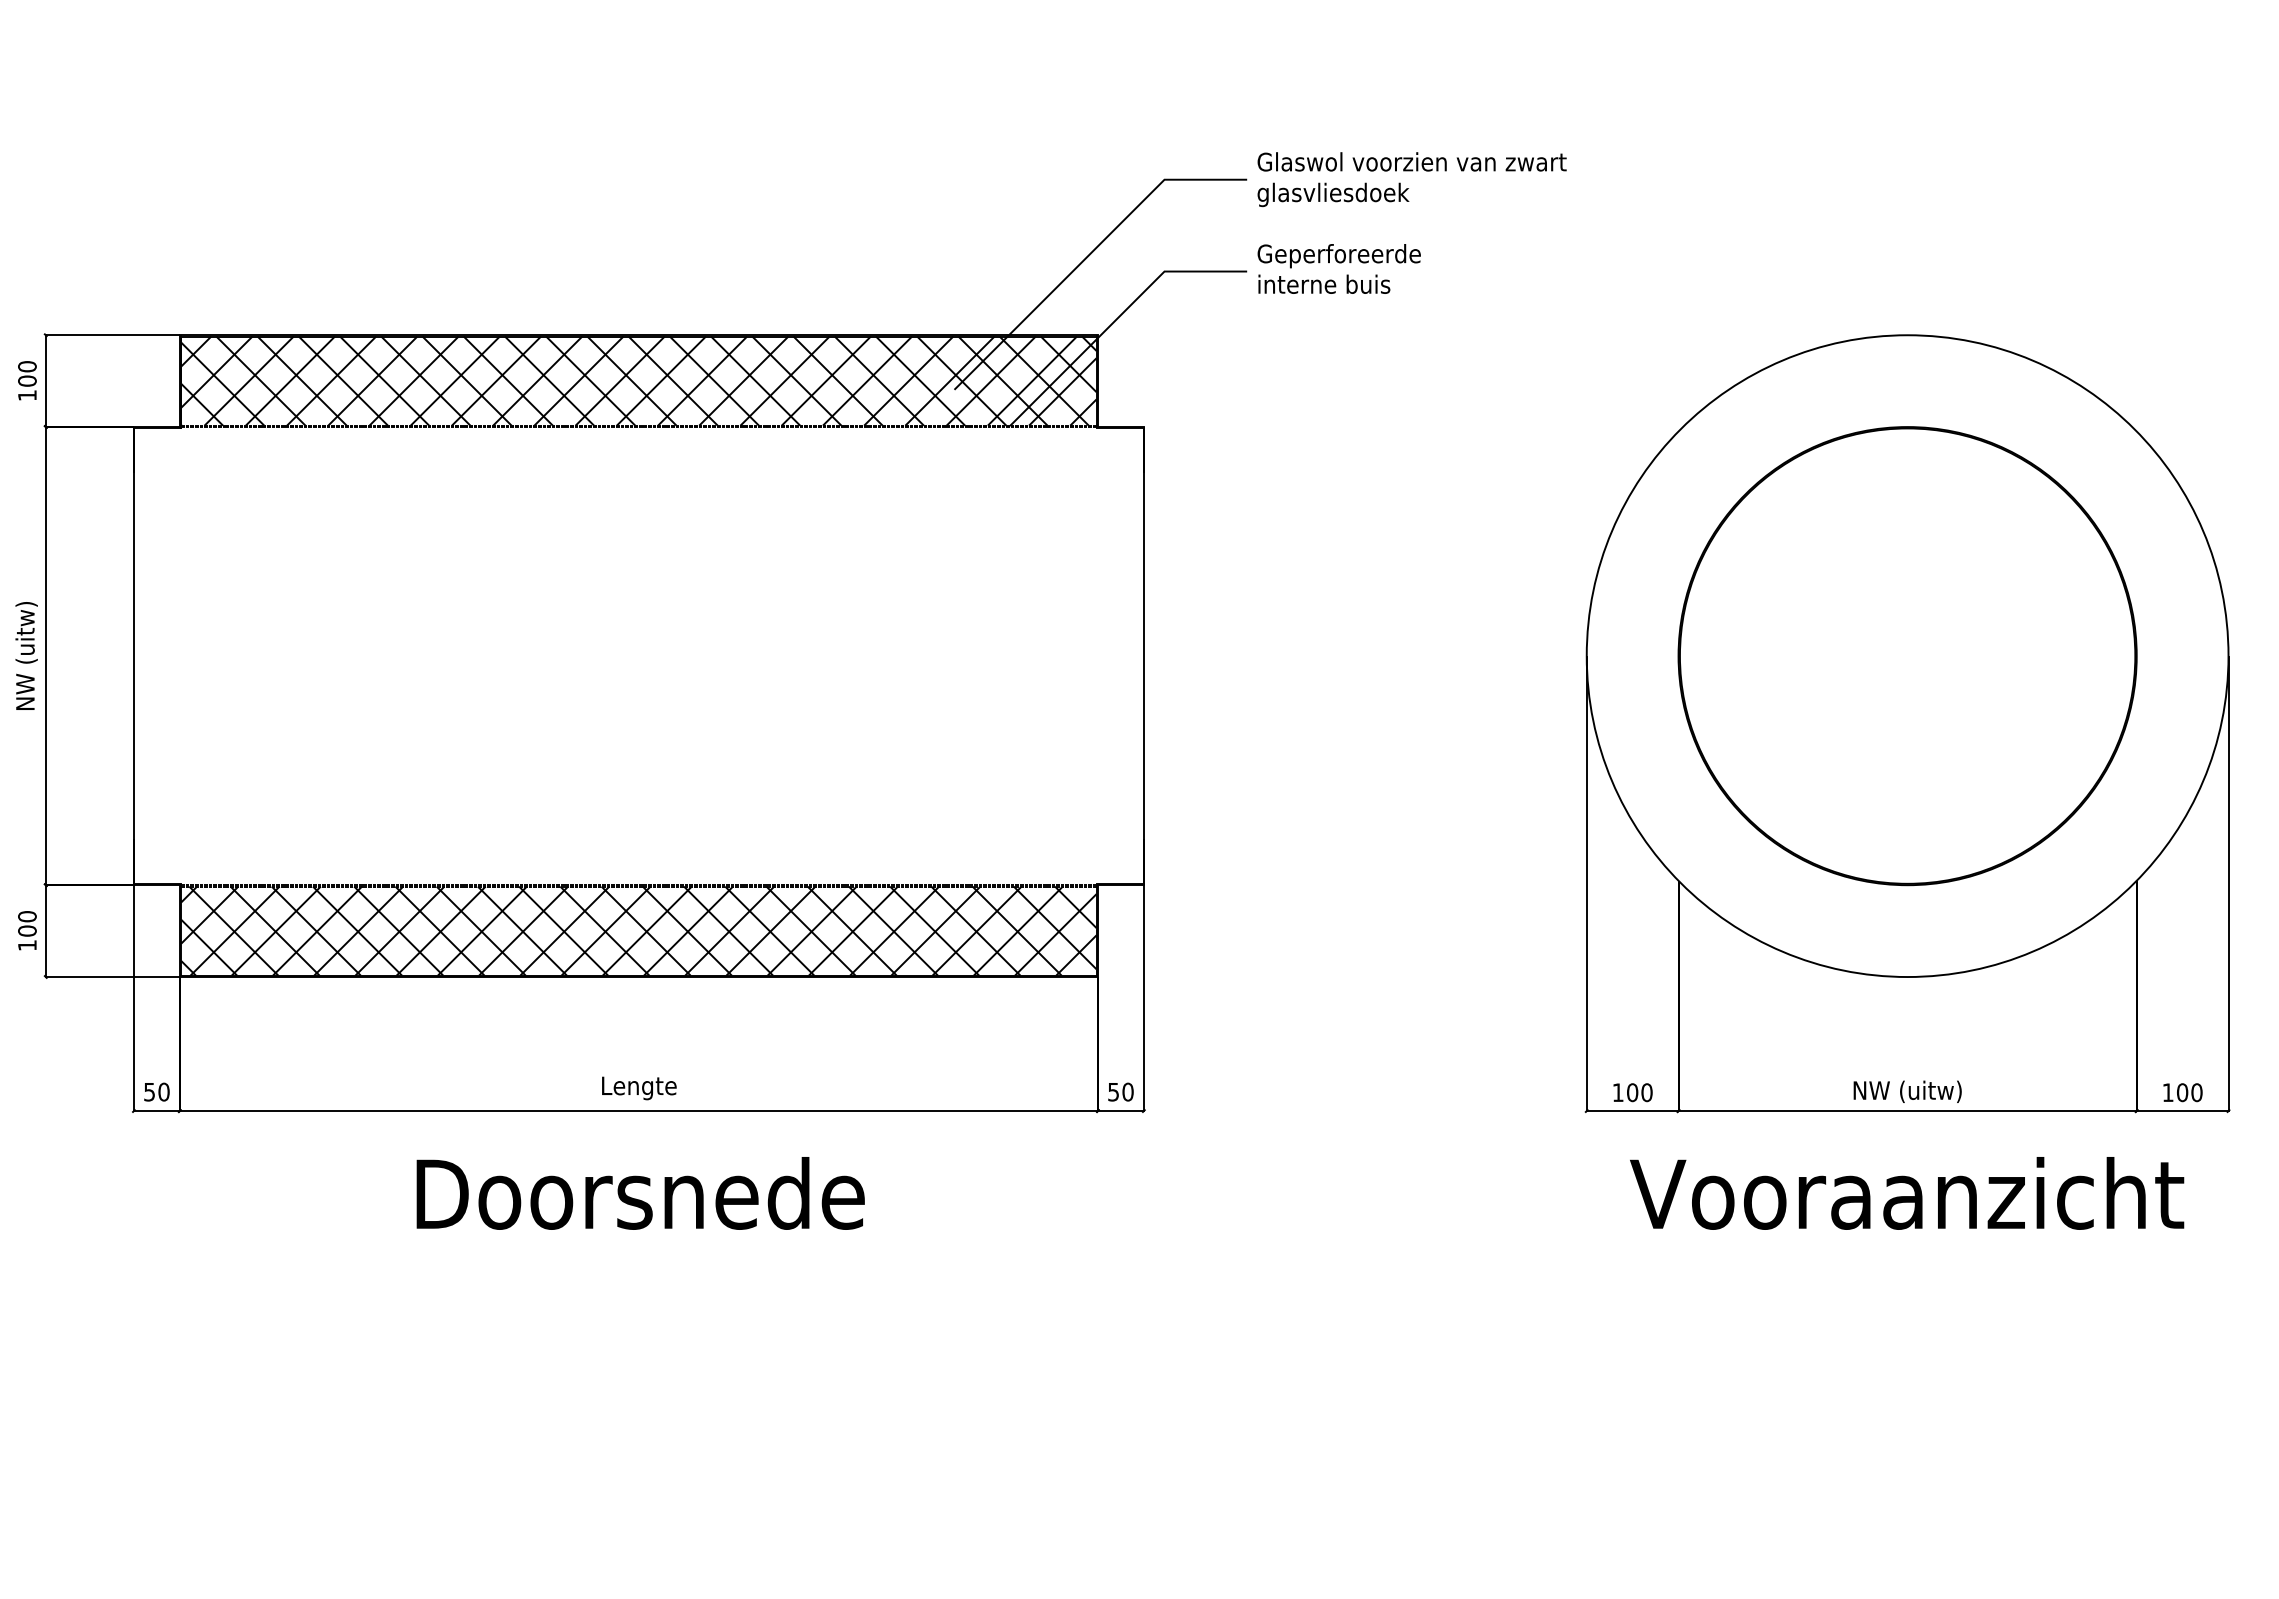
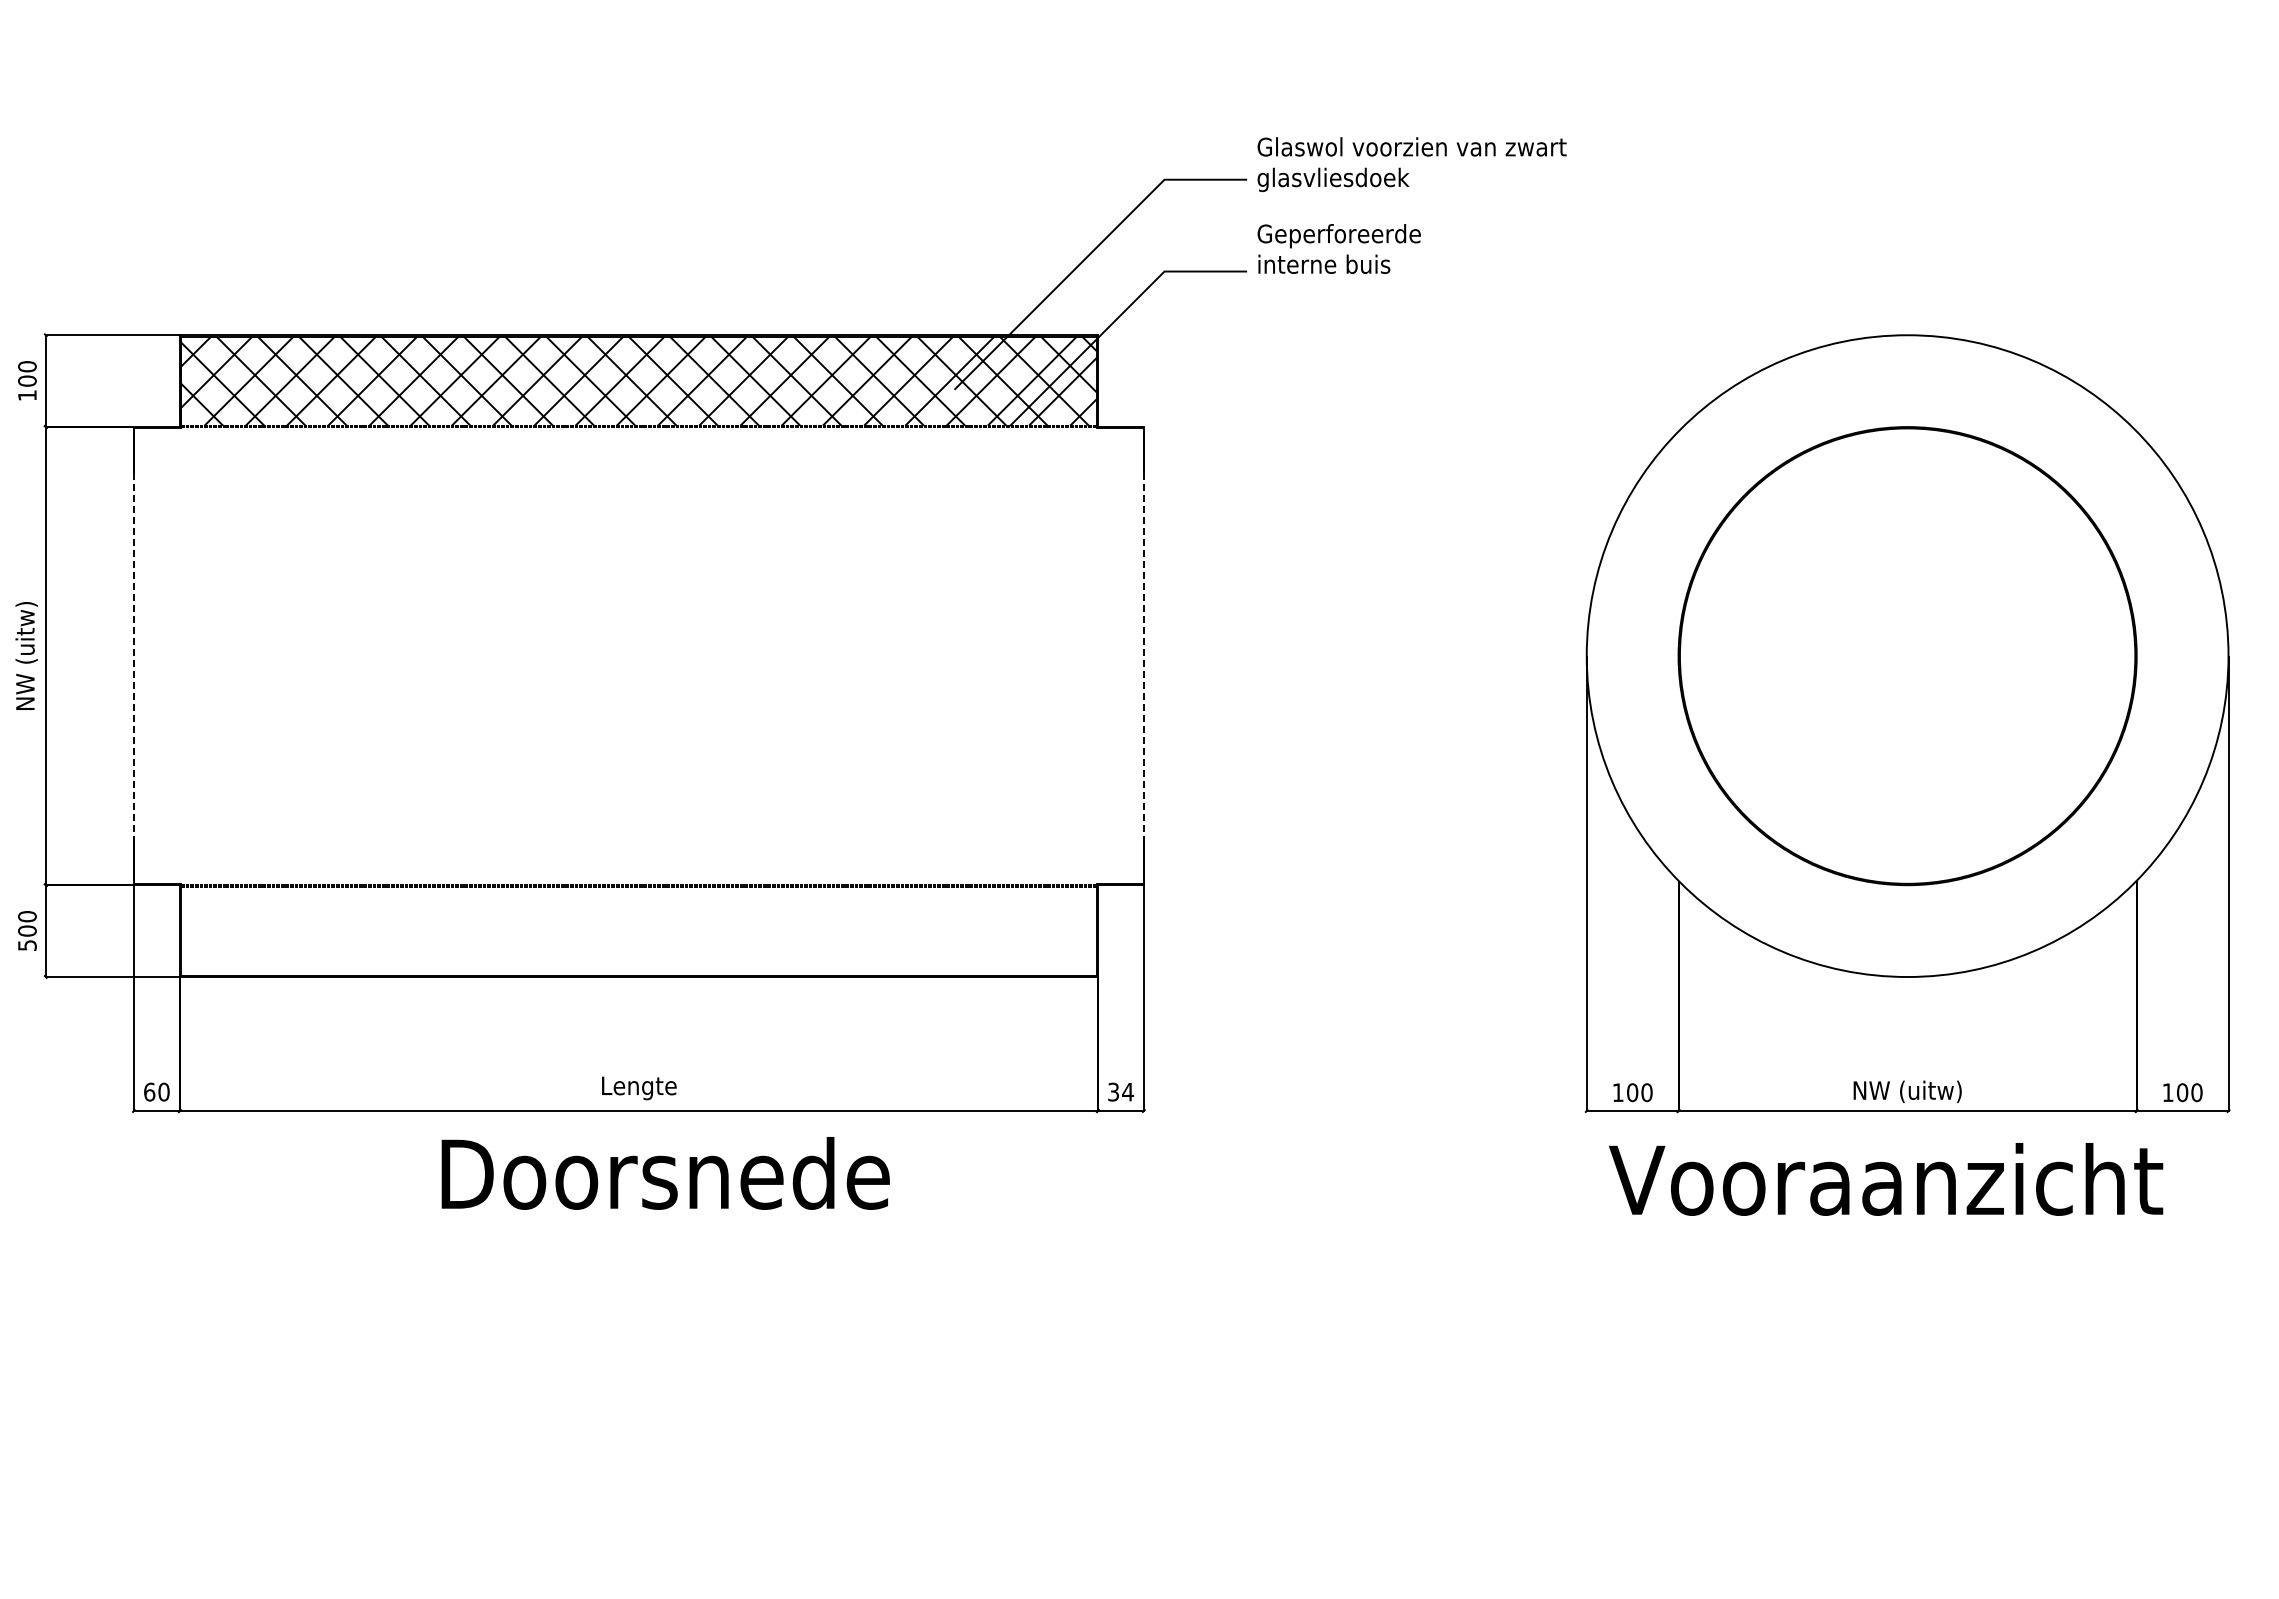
text at (1411, 179) position: (1411, 179) -> (1411, 164)
text at (1338, 268) position: (1338, 268) -> (1338, 248)
line at (133, 656): solid -> dashed
line at (1143, 656): solid -> dashed
hatch at (638, 930): present -> none
text at (27, 945): 100 -> 500
text at (149, 1091): 50 -> 60
text at (1120, 1091): 50 -> 34
text at (640, 1193) position: (640, 1193) -> (665, 1173)
text at (1907, 1193) position: (1907, 1193) -> (1886, 1179)
